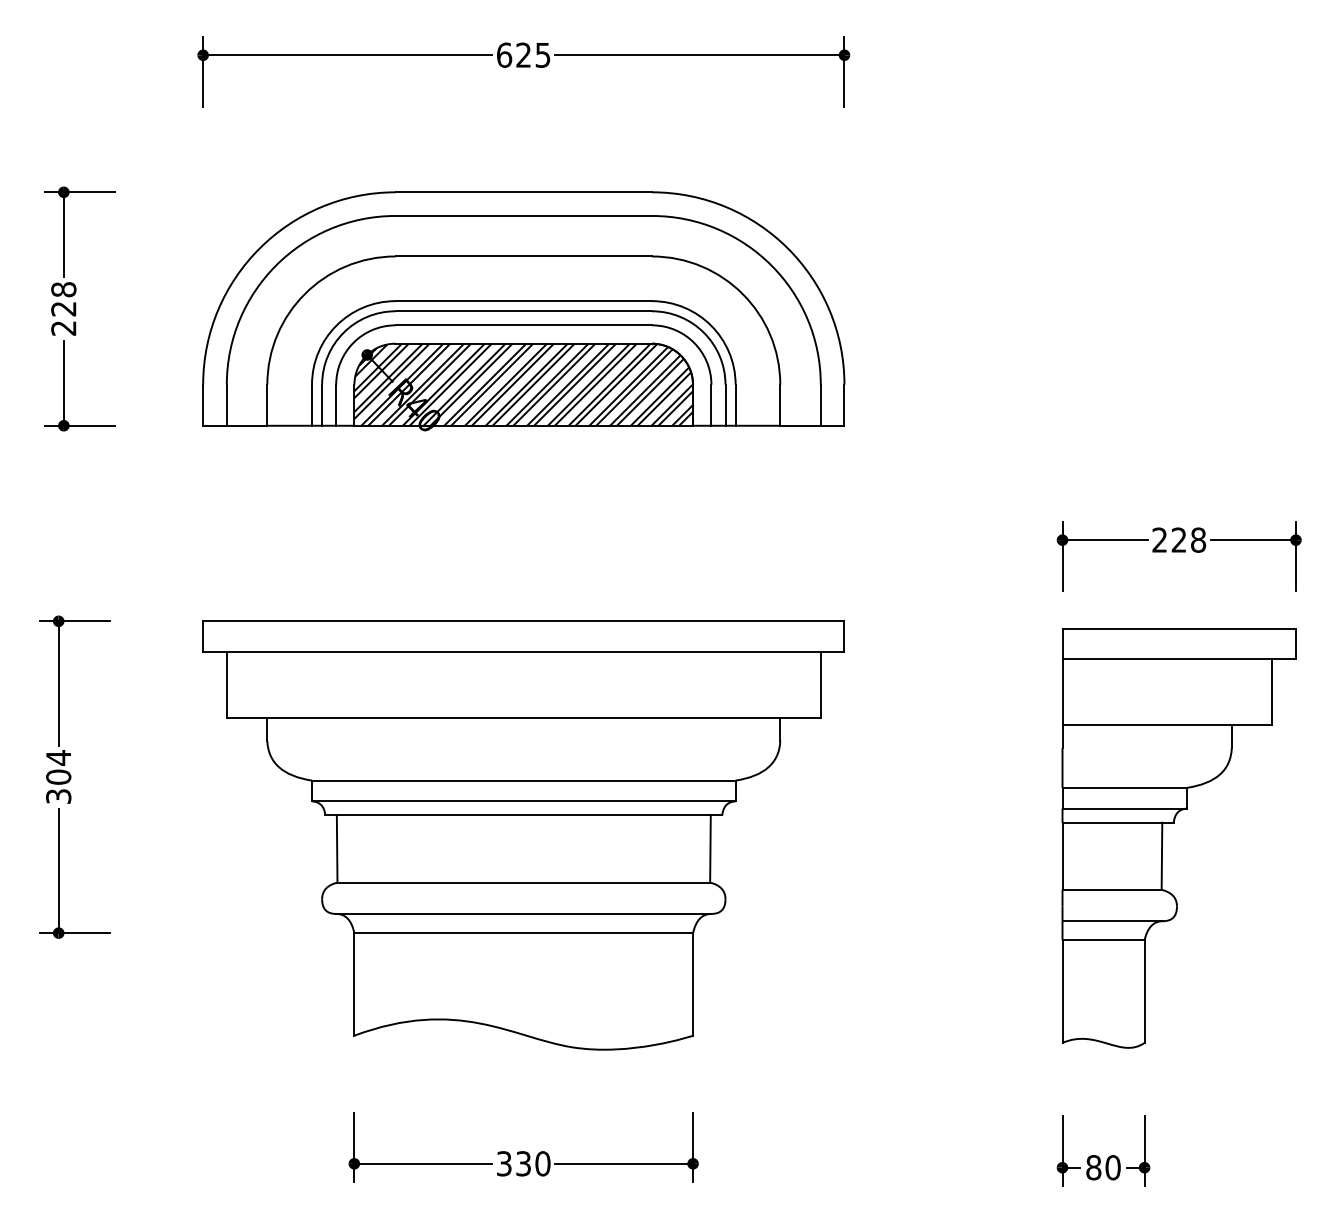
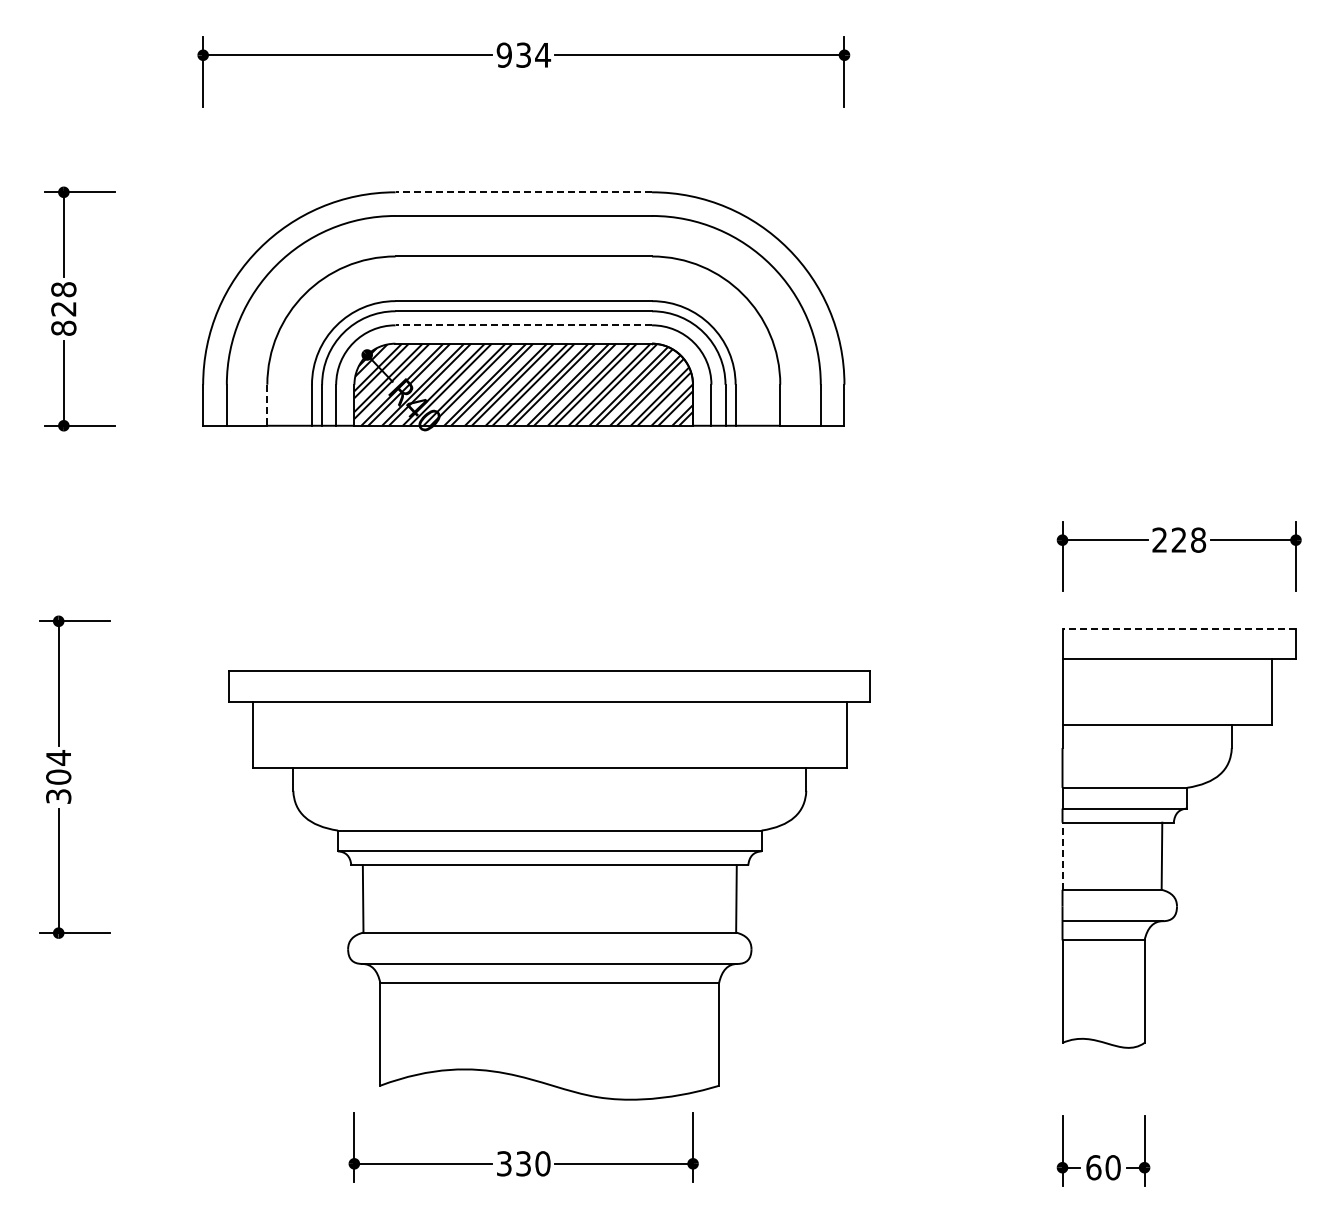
text at (523, 54): 625 -> 934
line at (523, 192): solid -> dashed
line at (523, 325): solid -> dashed
text at (63, 327): 228 -> 828
line at (267, 405): solid -> dashed
line at (1179, 628): solid -> dashed
part at (523, 835) position: (523, 835) -> (549, 885)
line at (1062, 856): solid -> dashed
text at (1093, 1167): 80 -> 60
